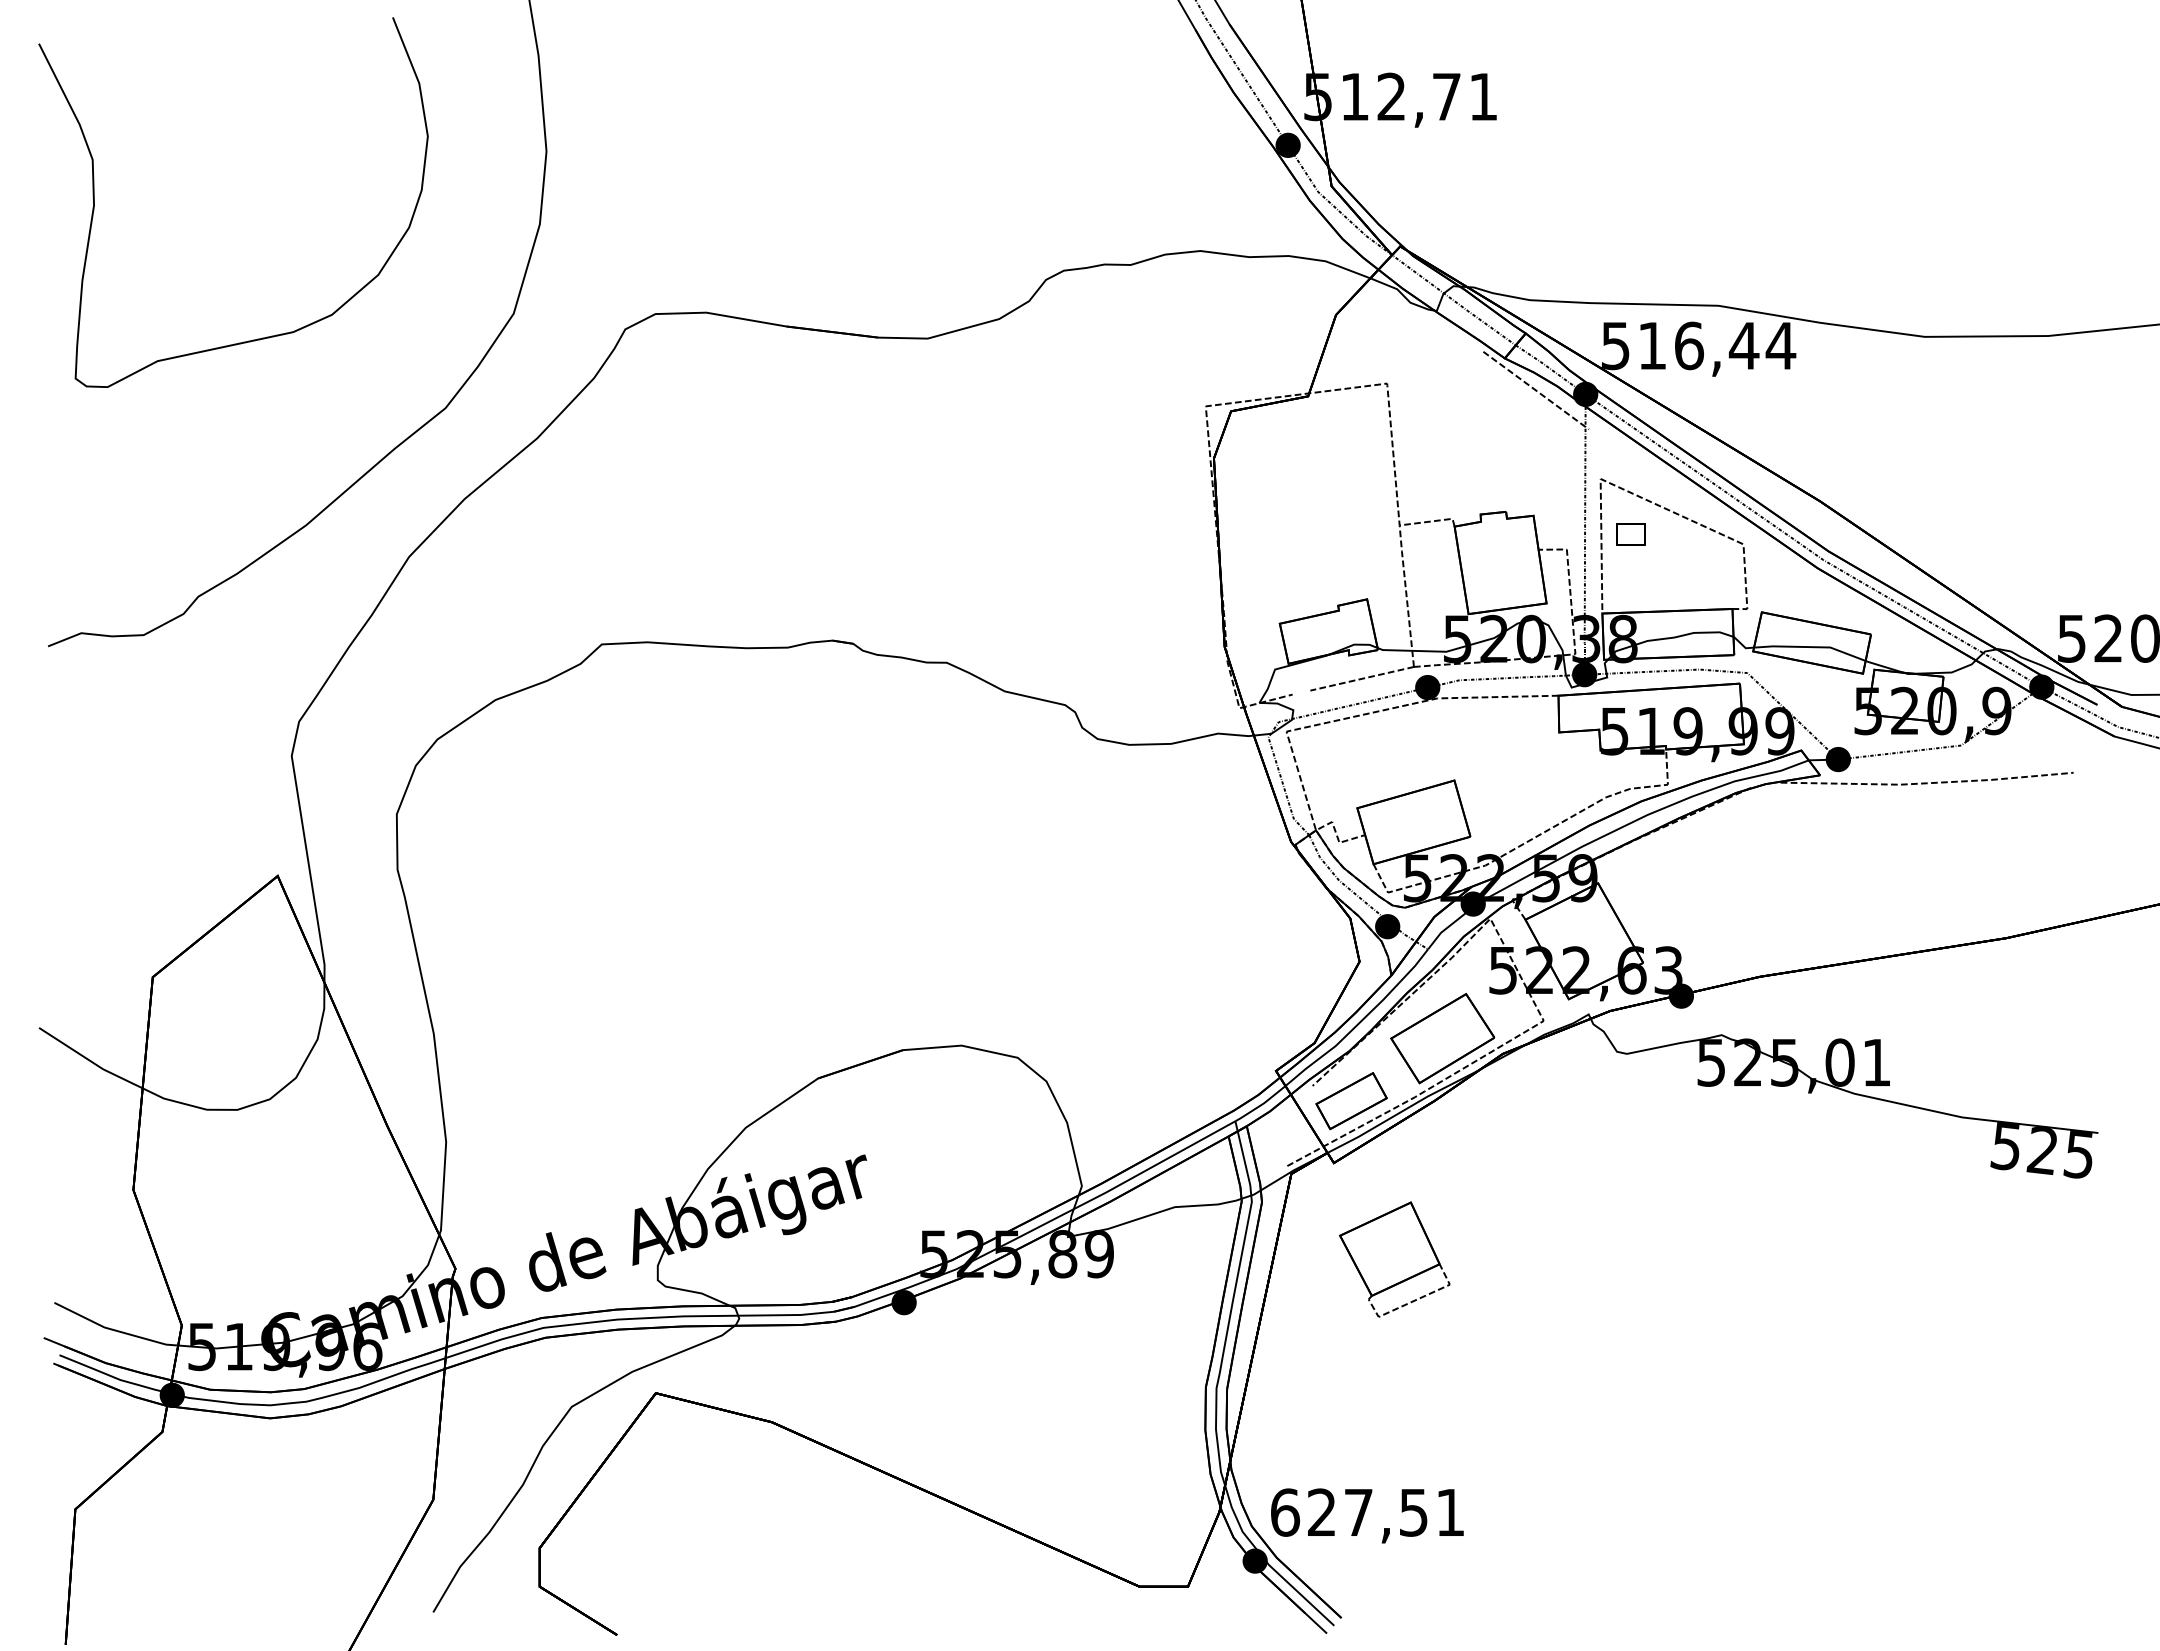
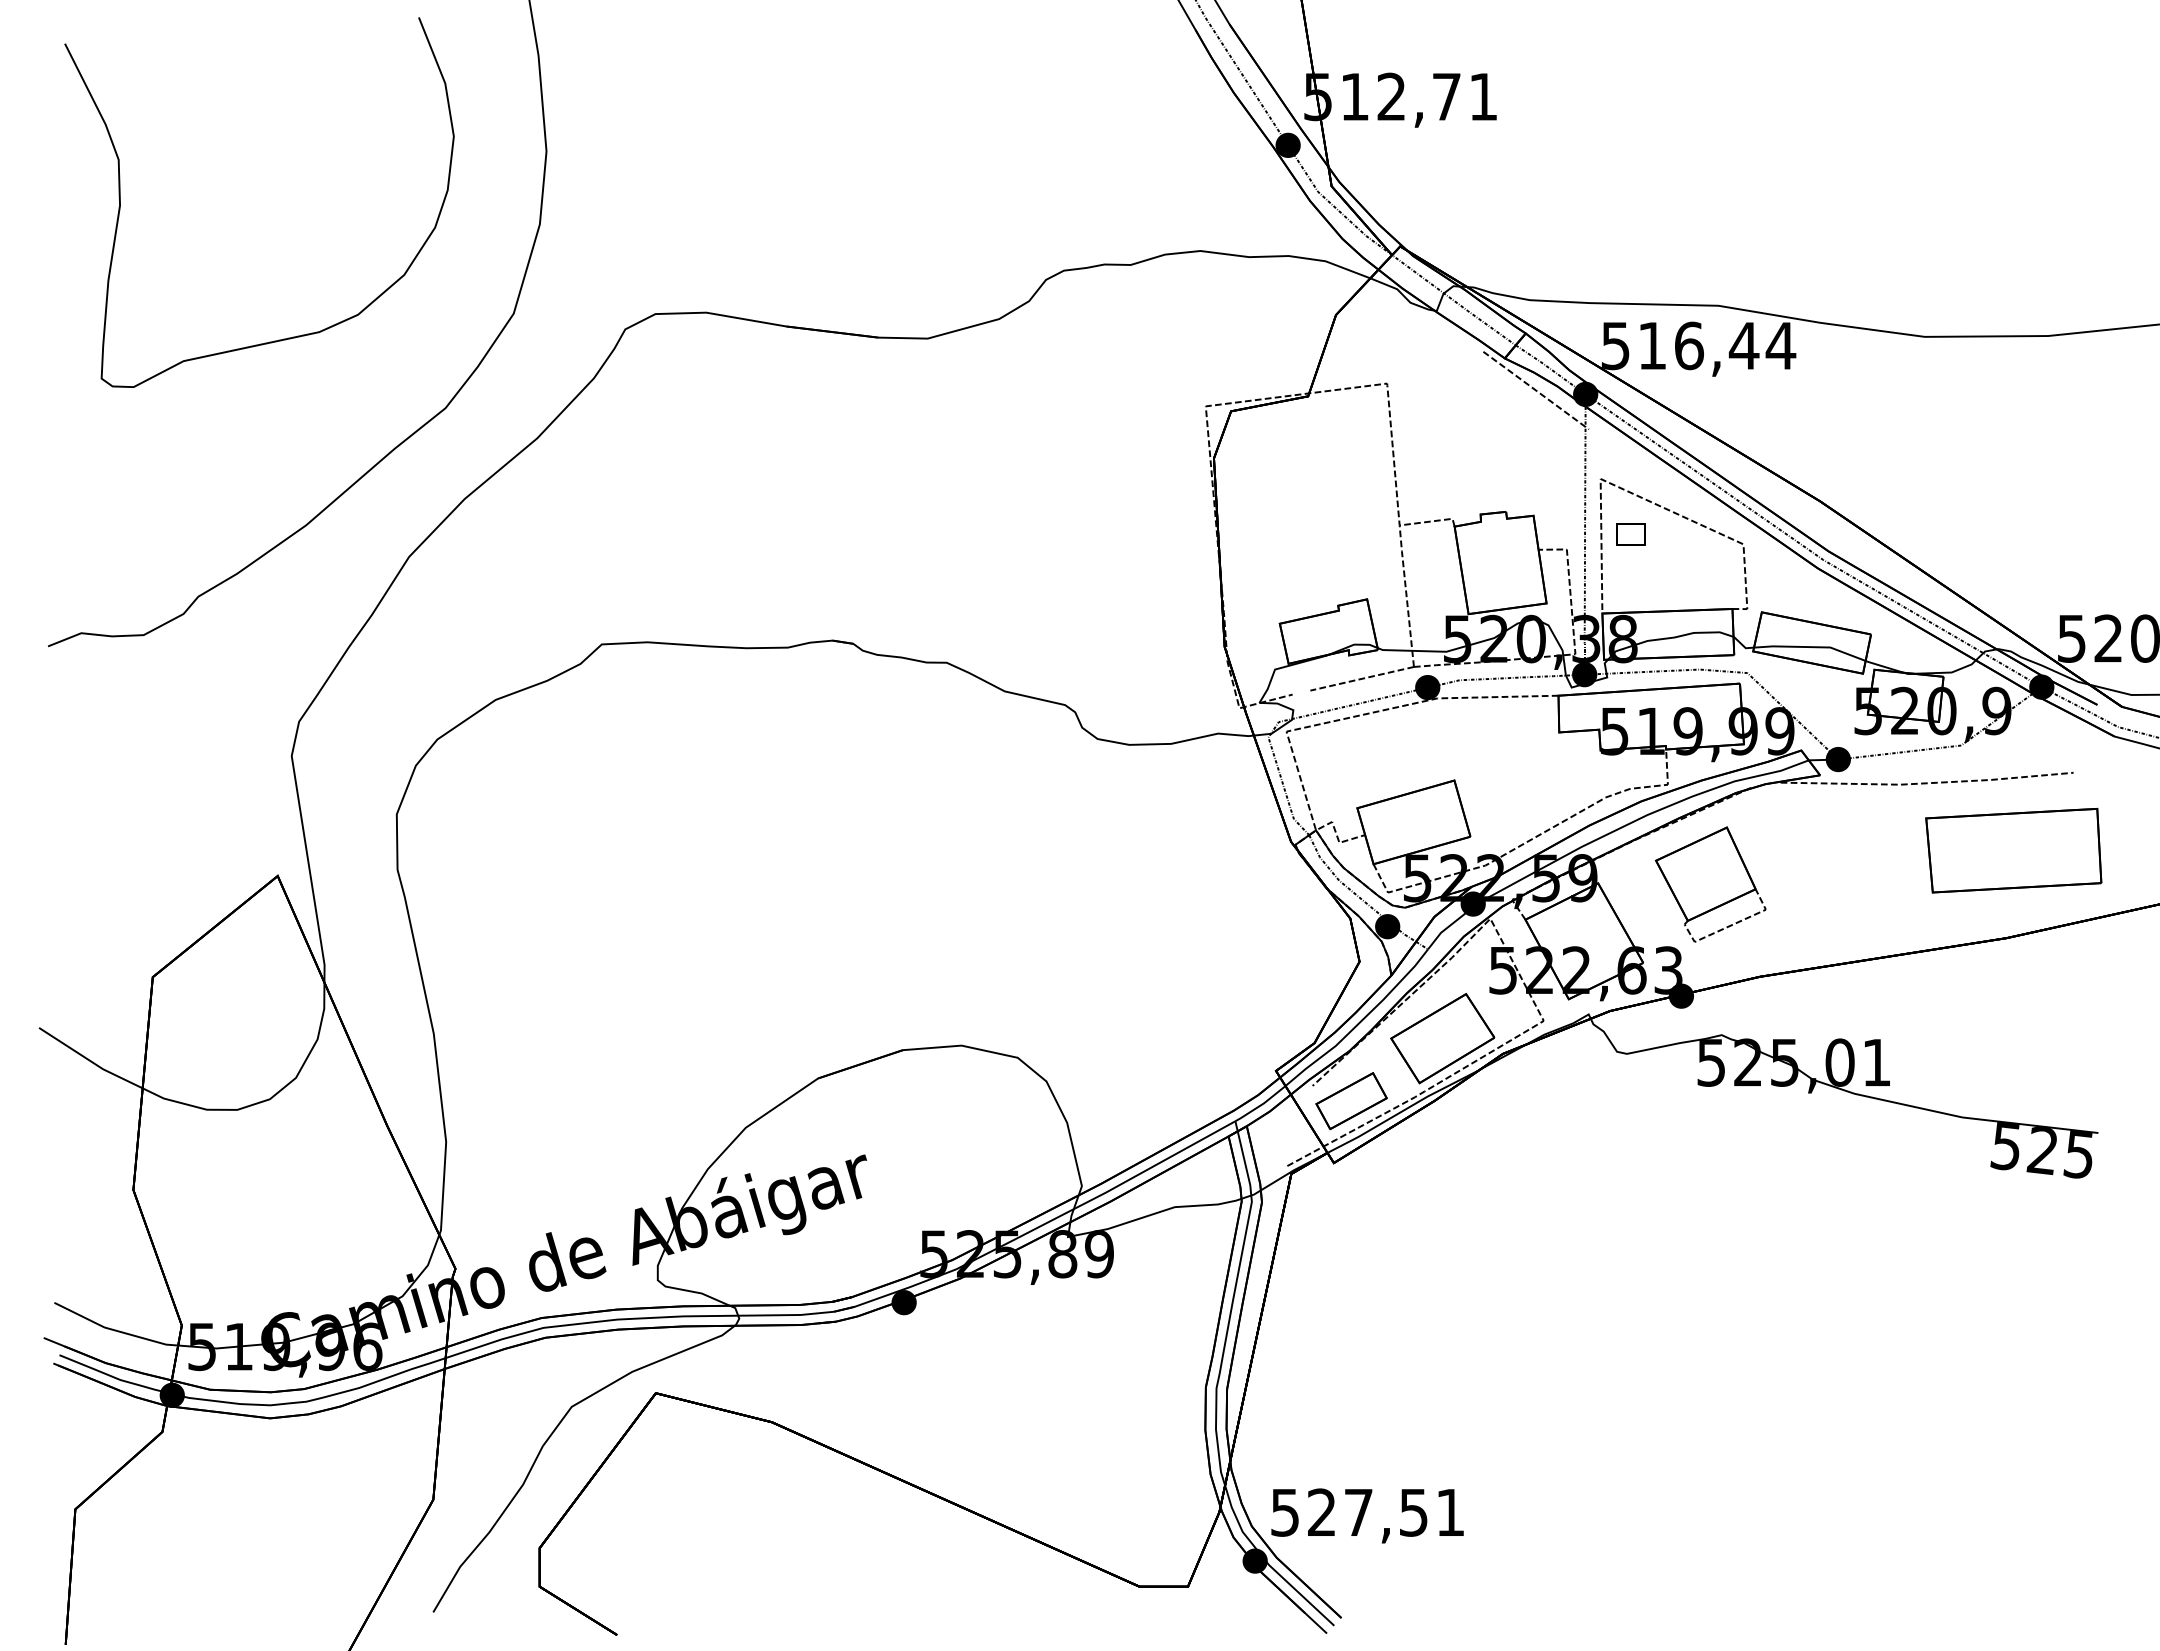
curve at (262, 337) position: (262, 337) -> (288, 337)
part at (2013, 850): none -> present
part at (1394, 1259) position: (1394, 1259) -> (1710, 884)
text at (1285, 1512): 627,51 -> 527,51
